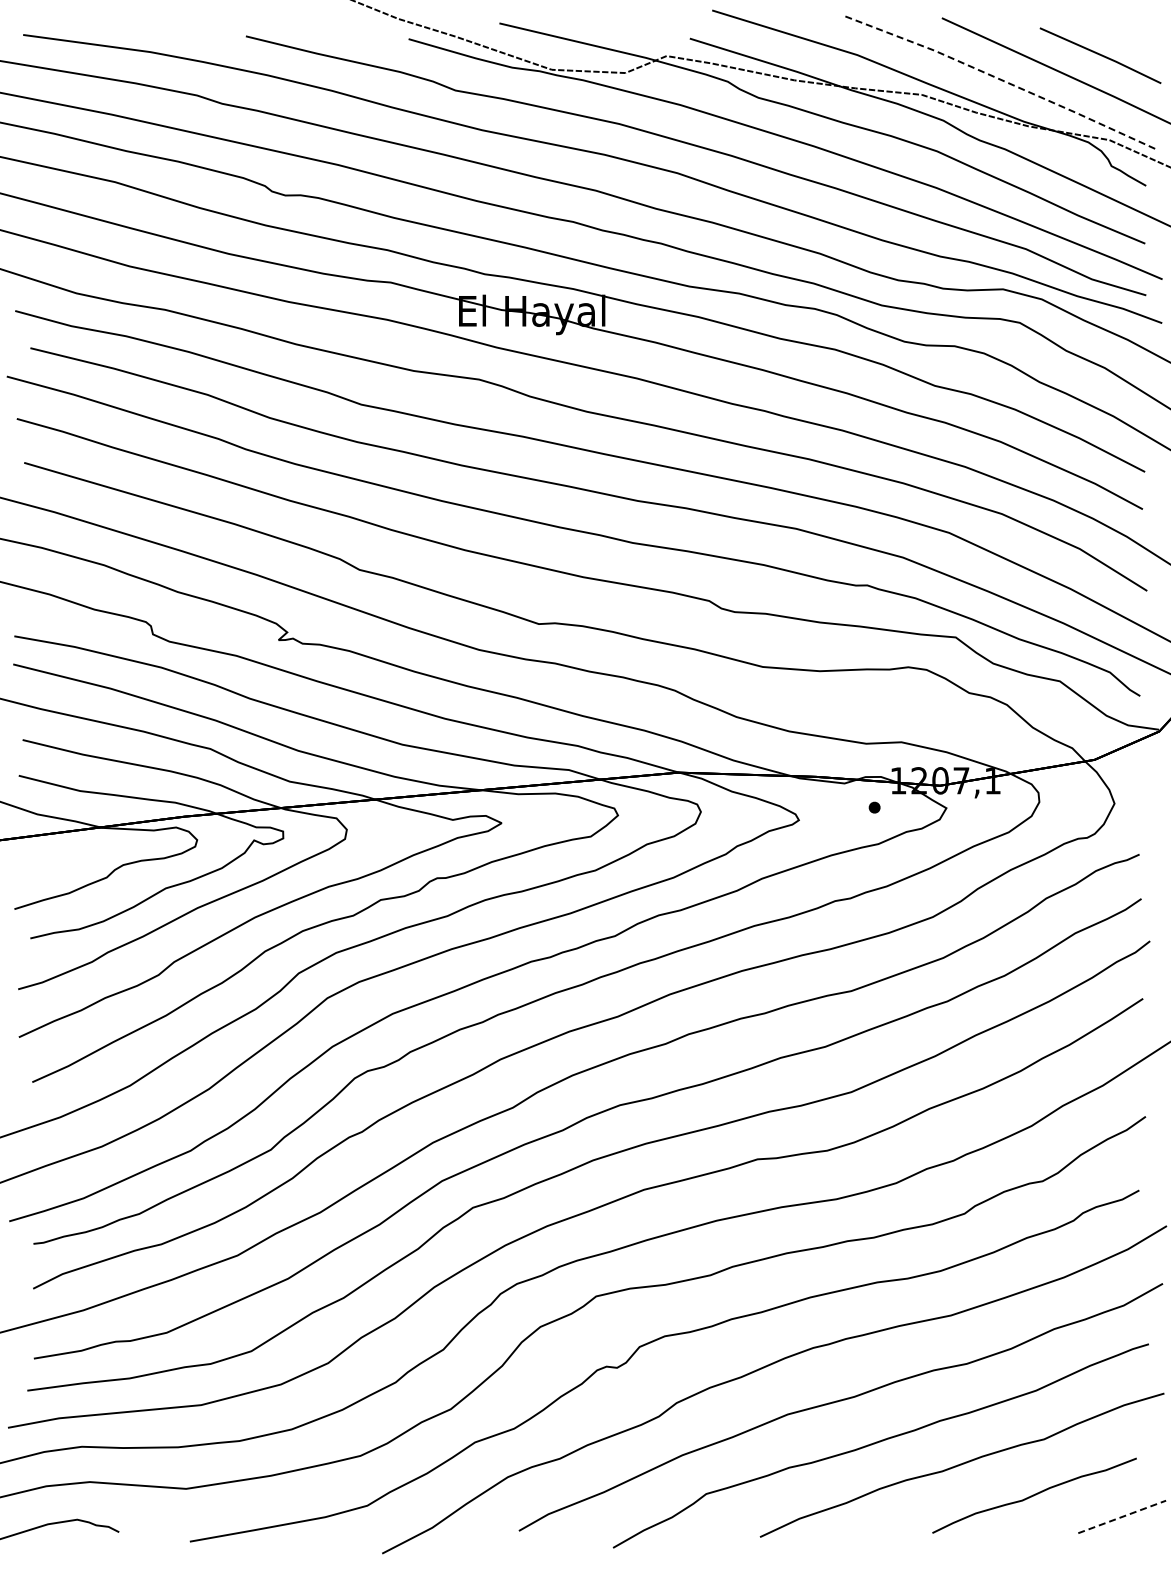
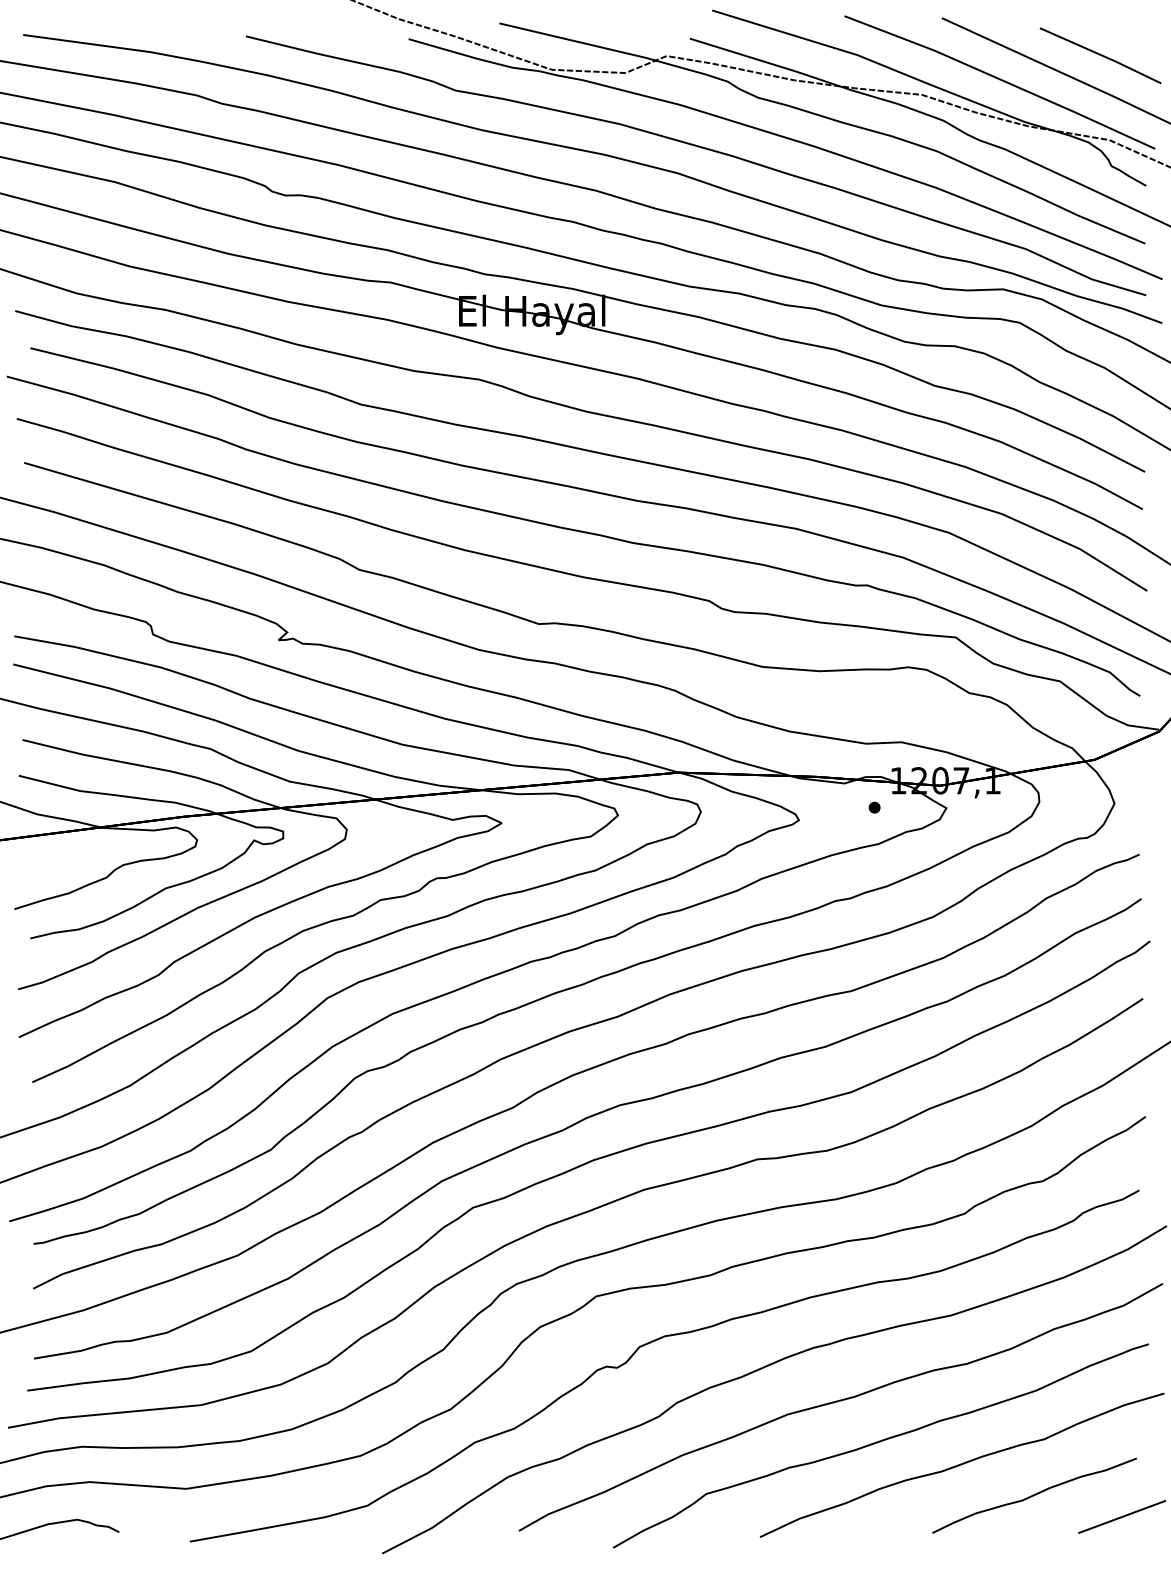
line at (1000, 79): dashed -> solid
line at (1122, 1516): dashed -> solid
